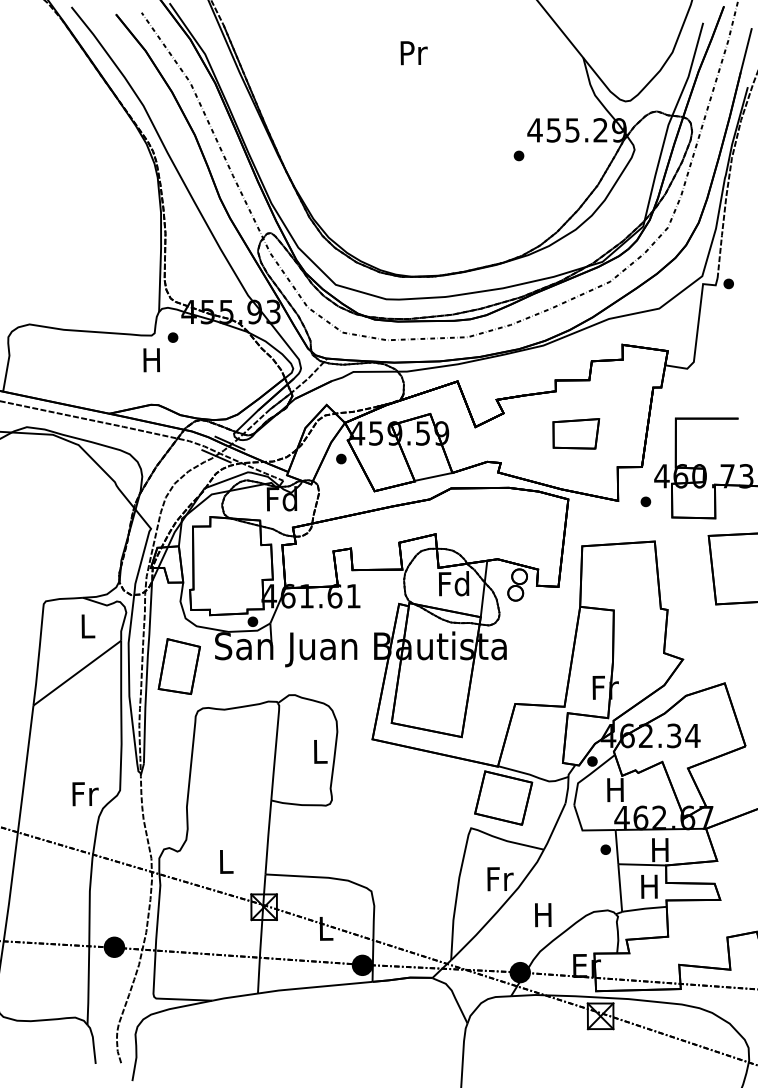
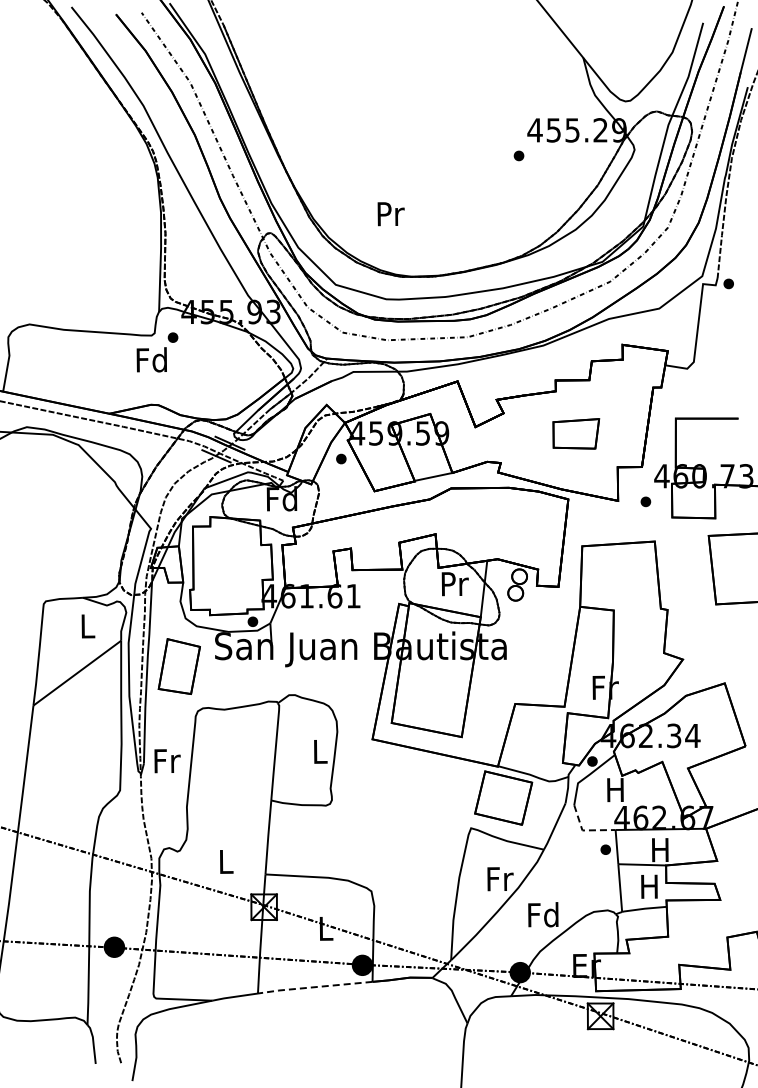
text at (413, 53) position: (413, 53) -> (390, 214)
text at (151, 359): H -> Fd
text at (454, 583): Fd -> Pr
text at (85, 794) position: (85, 794) -> (167, 761)
line at (585, 830): solid -> dashed
text at (543, 914): H -> Fd
line at (314, 987): solid -> dashed
